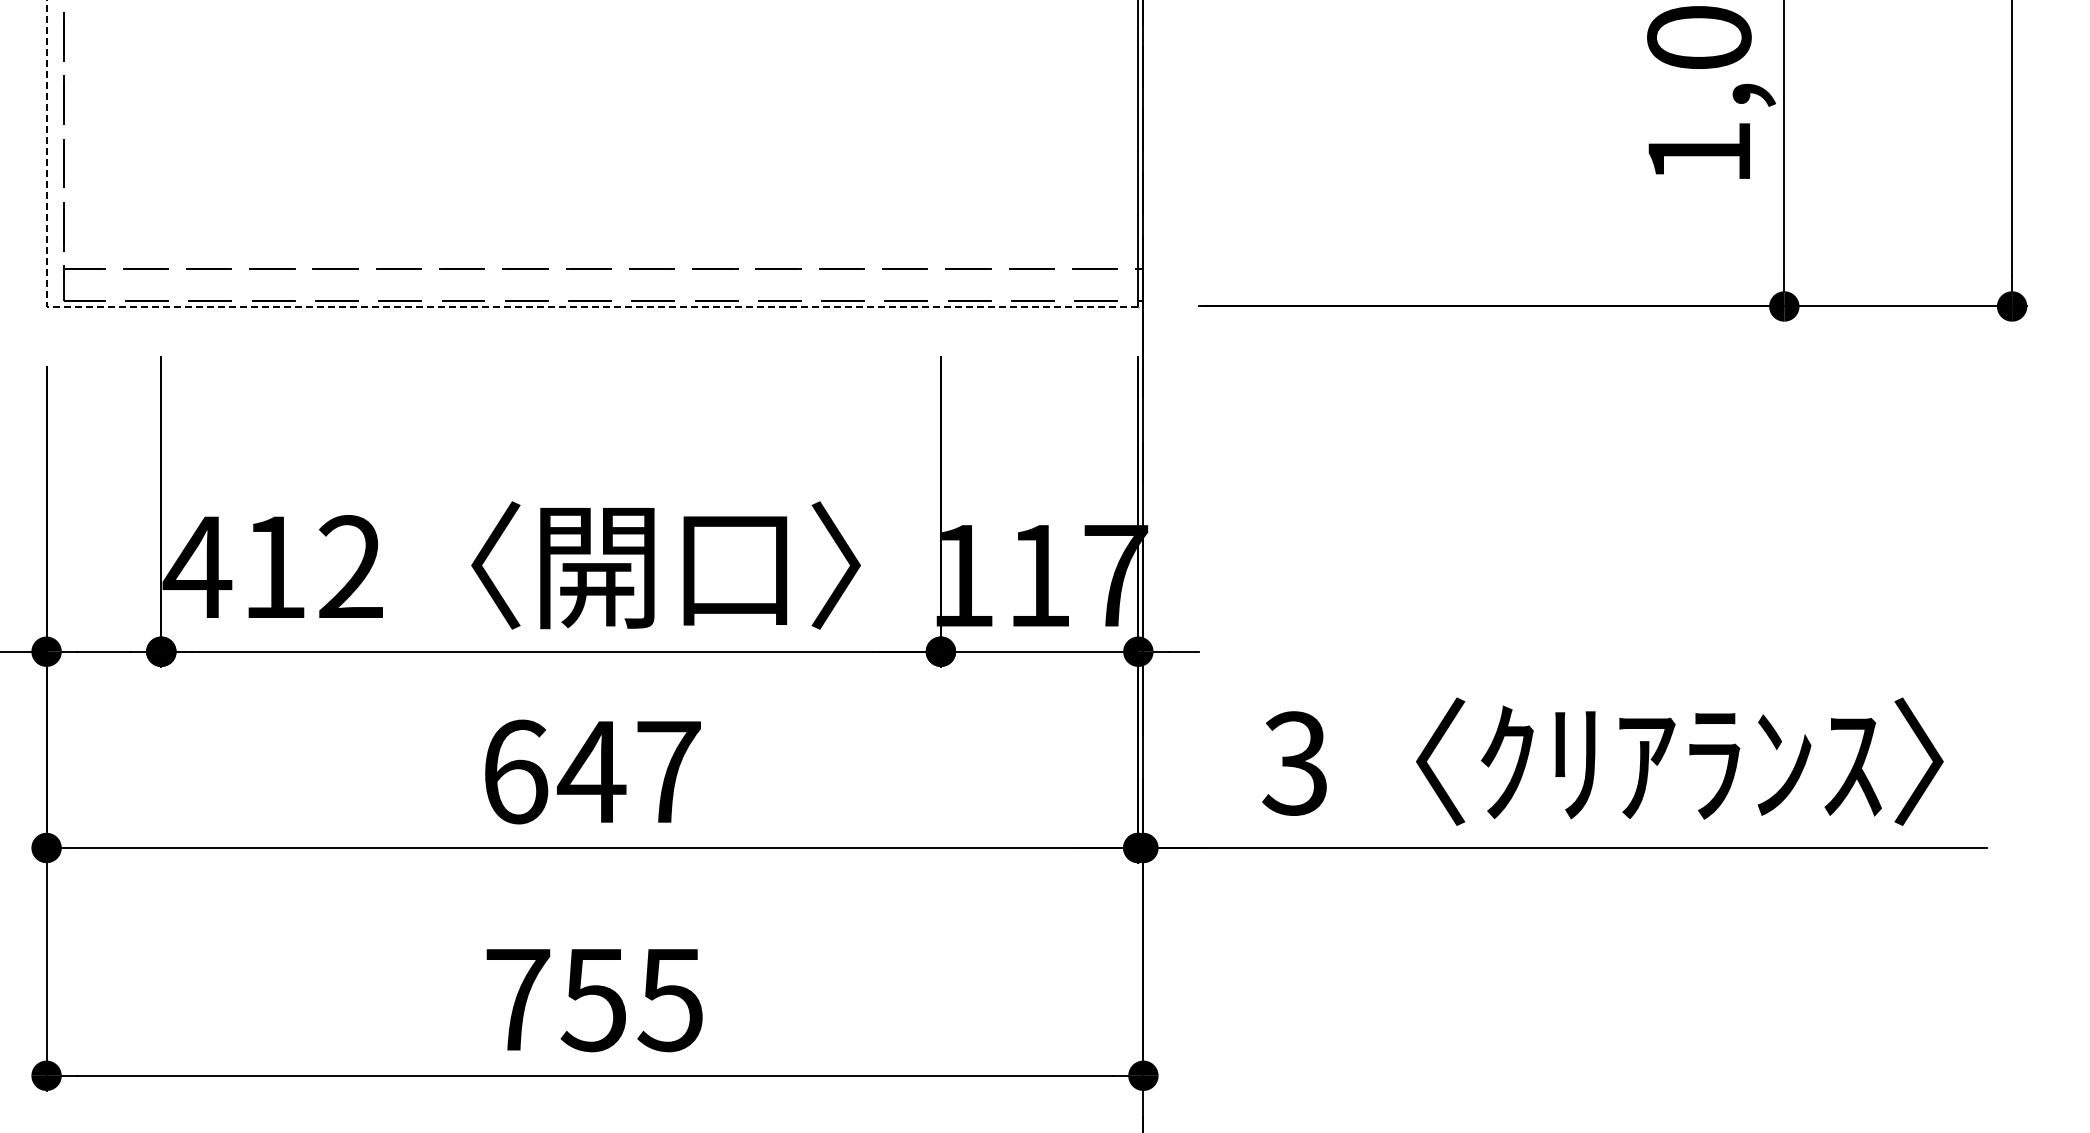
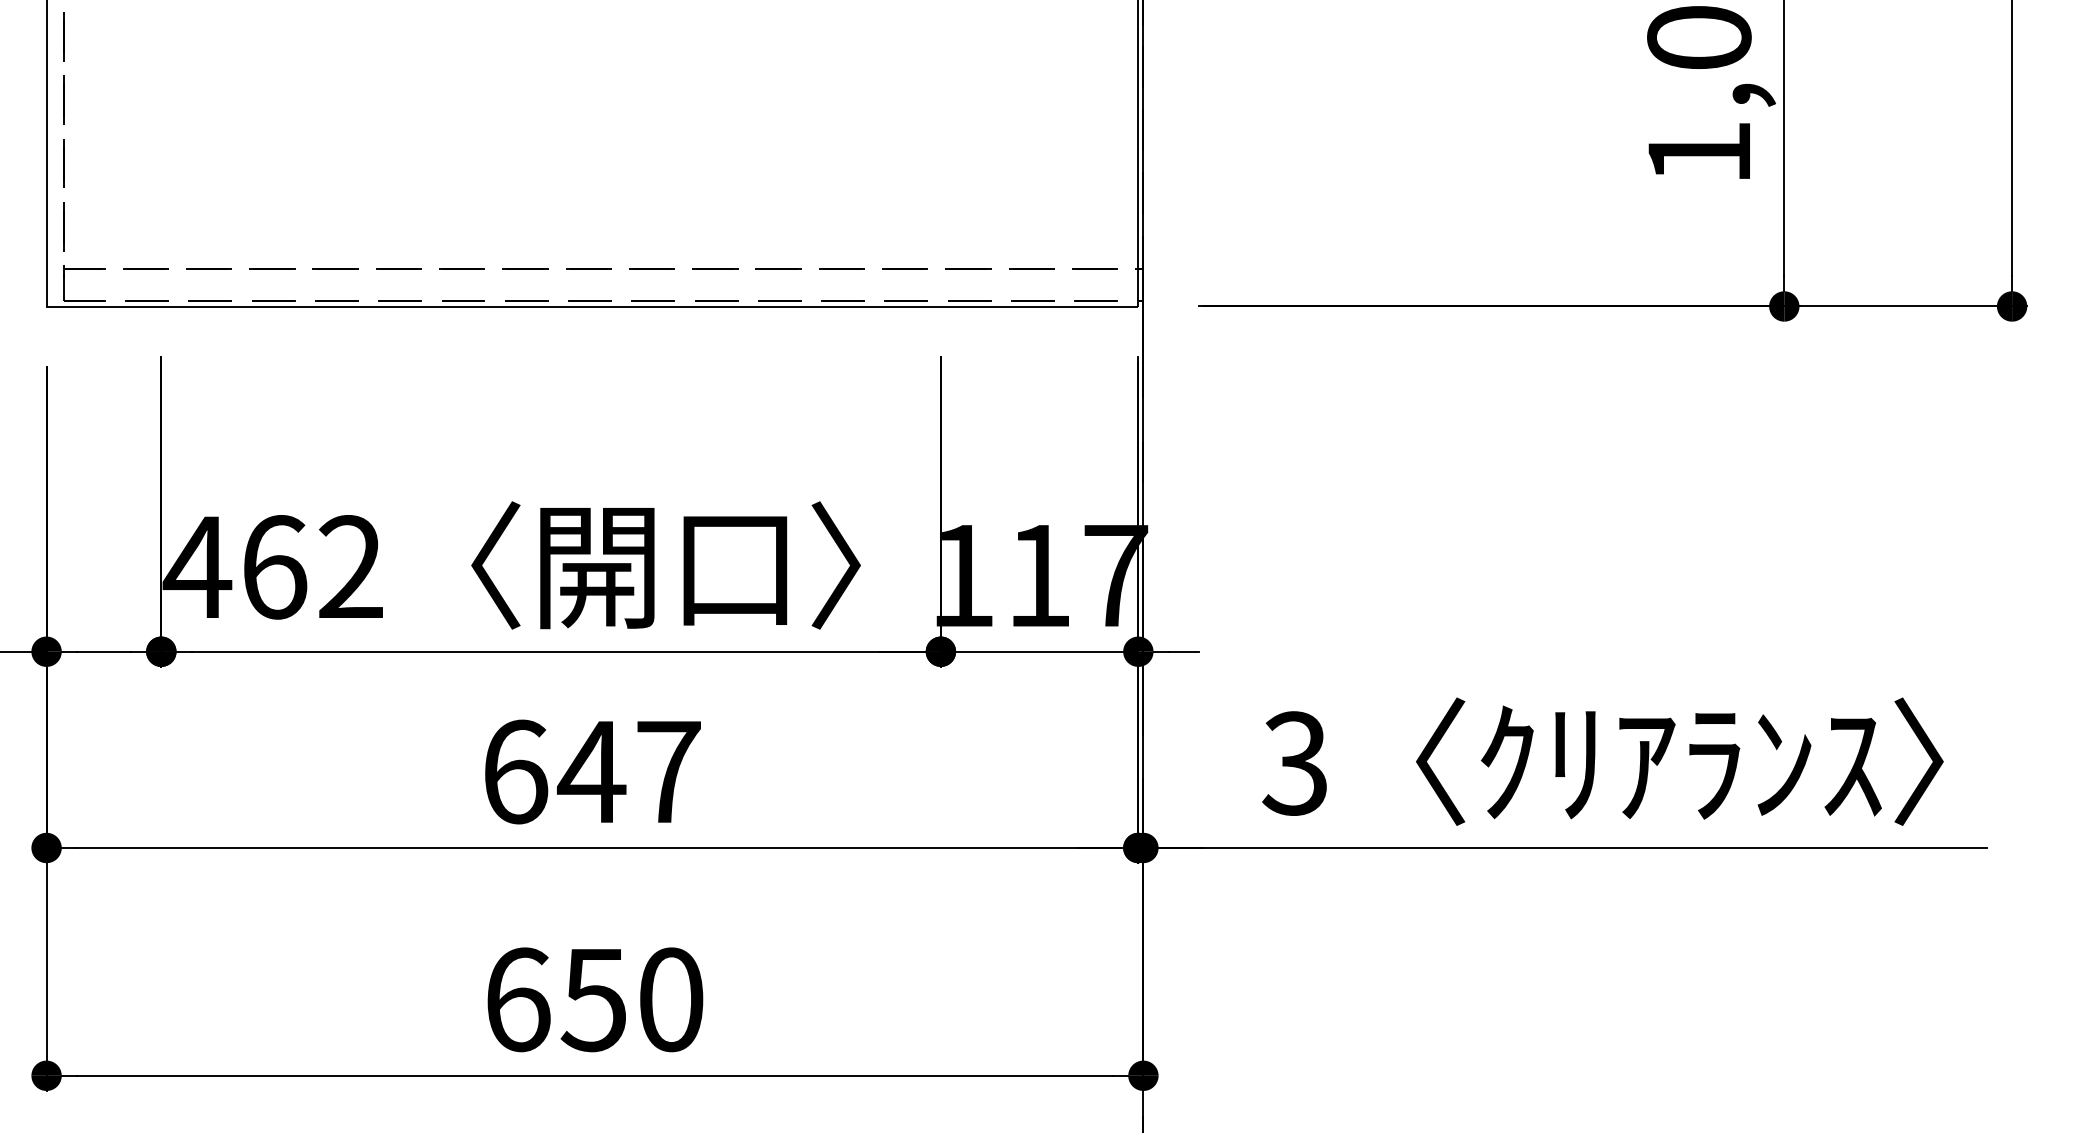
line at (439, 306): dashed -> solid
text at (275, 567): 412 -> 462
text at (594, 999): 755 -> 650
